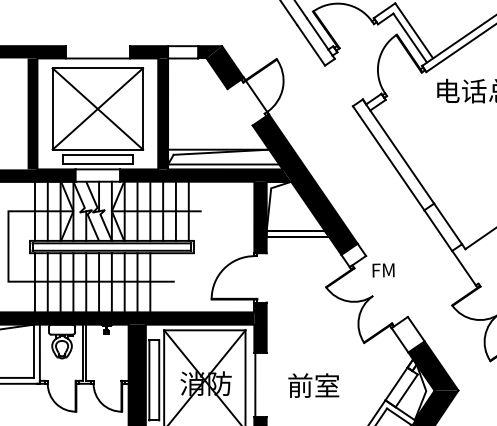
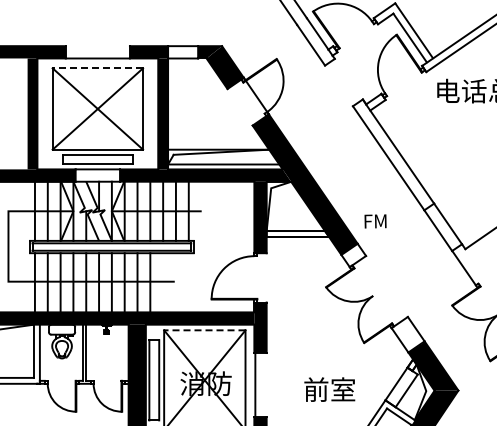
line at (97, 68): solid -> dashed
text at (383, 270) position: (383, 270) -> (375, 221)
line at (204, 330): solid -> dashed
text at (313, 385) position: (313, 385) -> (329, 389)
